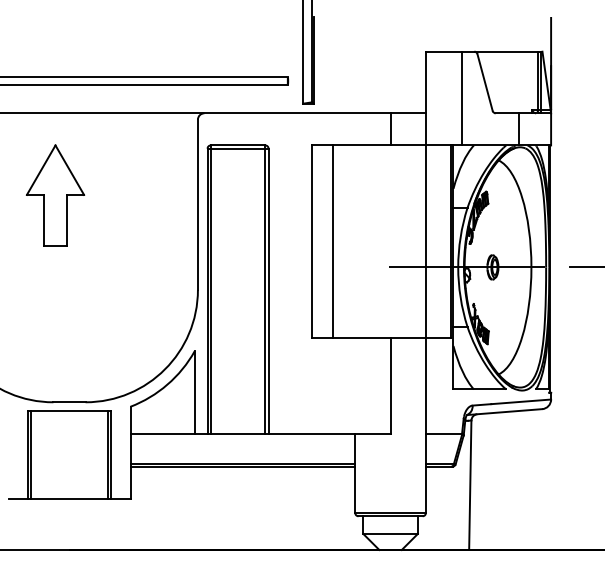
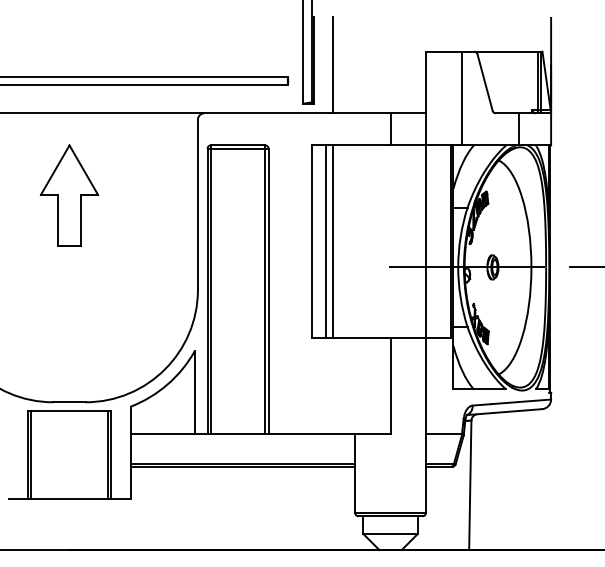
line at (332, 65): none -> present
part at (55, 195) position: (55, 195) -> (69, 195)
line at (326, 241): none -> present
